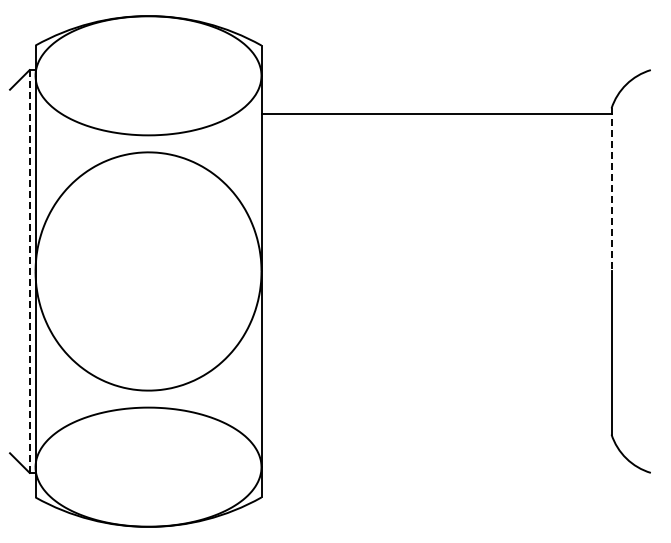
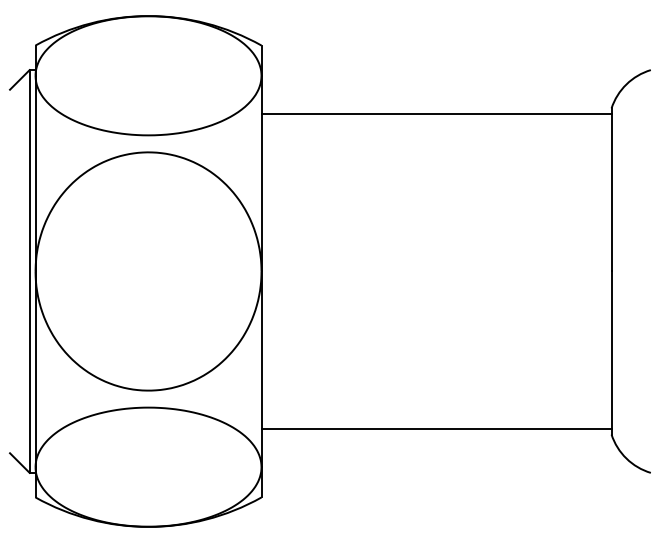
line at (611, 189): dashed -> solid
line at (29, 271): dashed -> solid
line at (436, 428): none -> present
